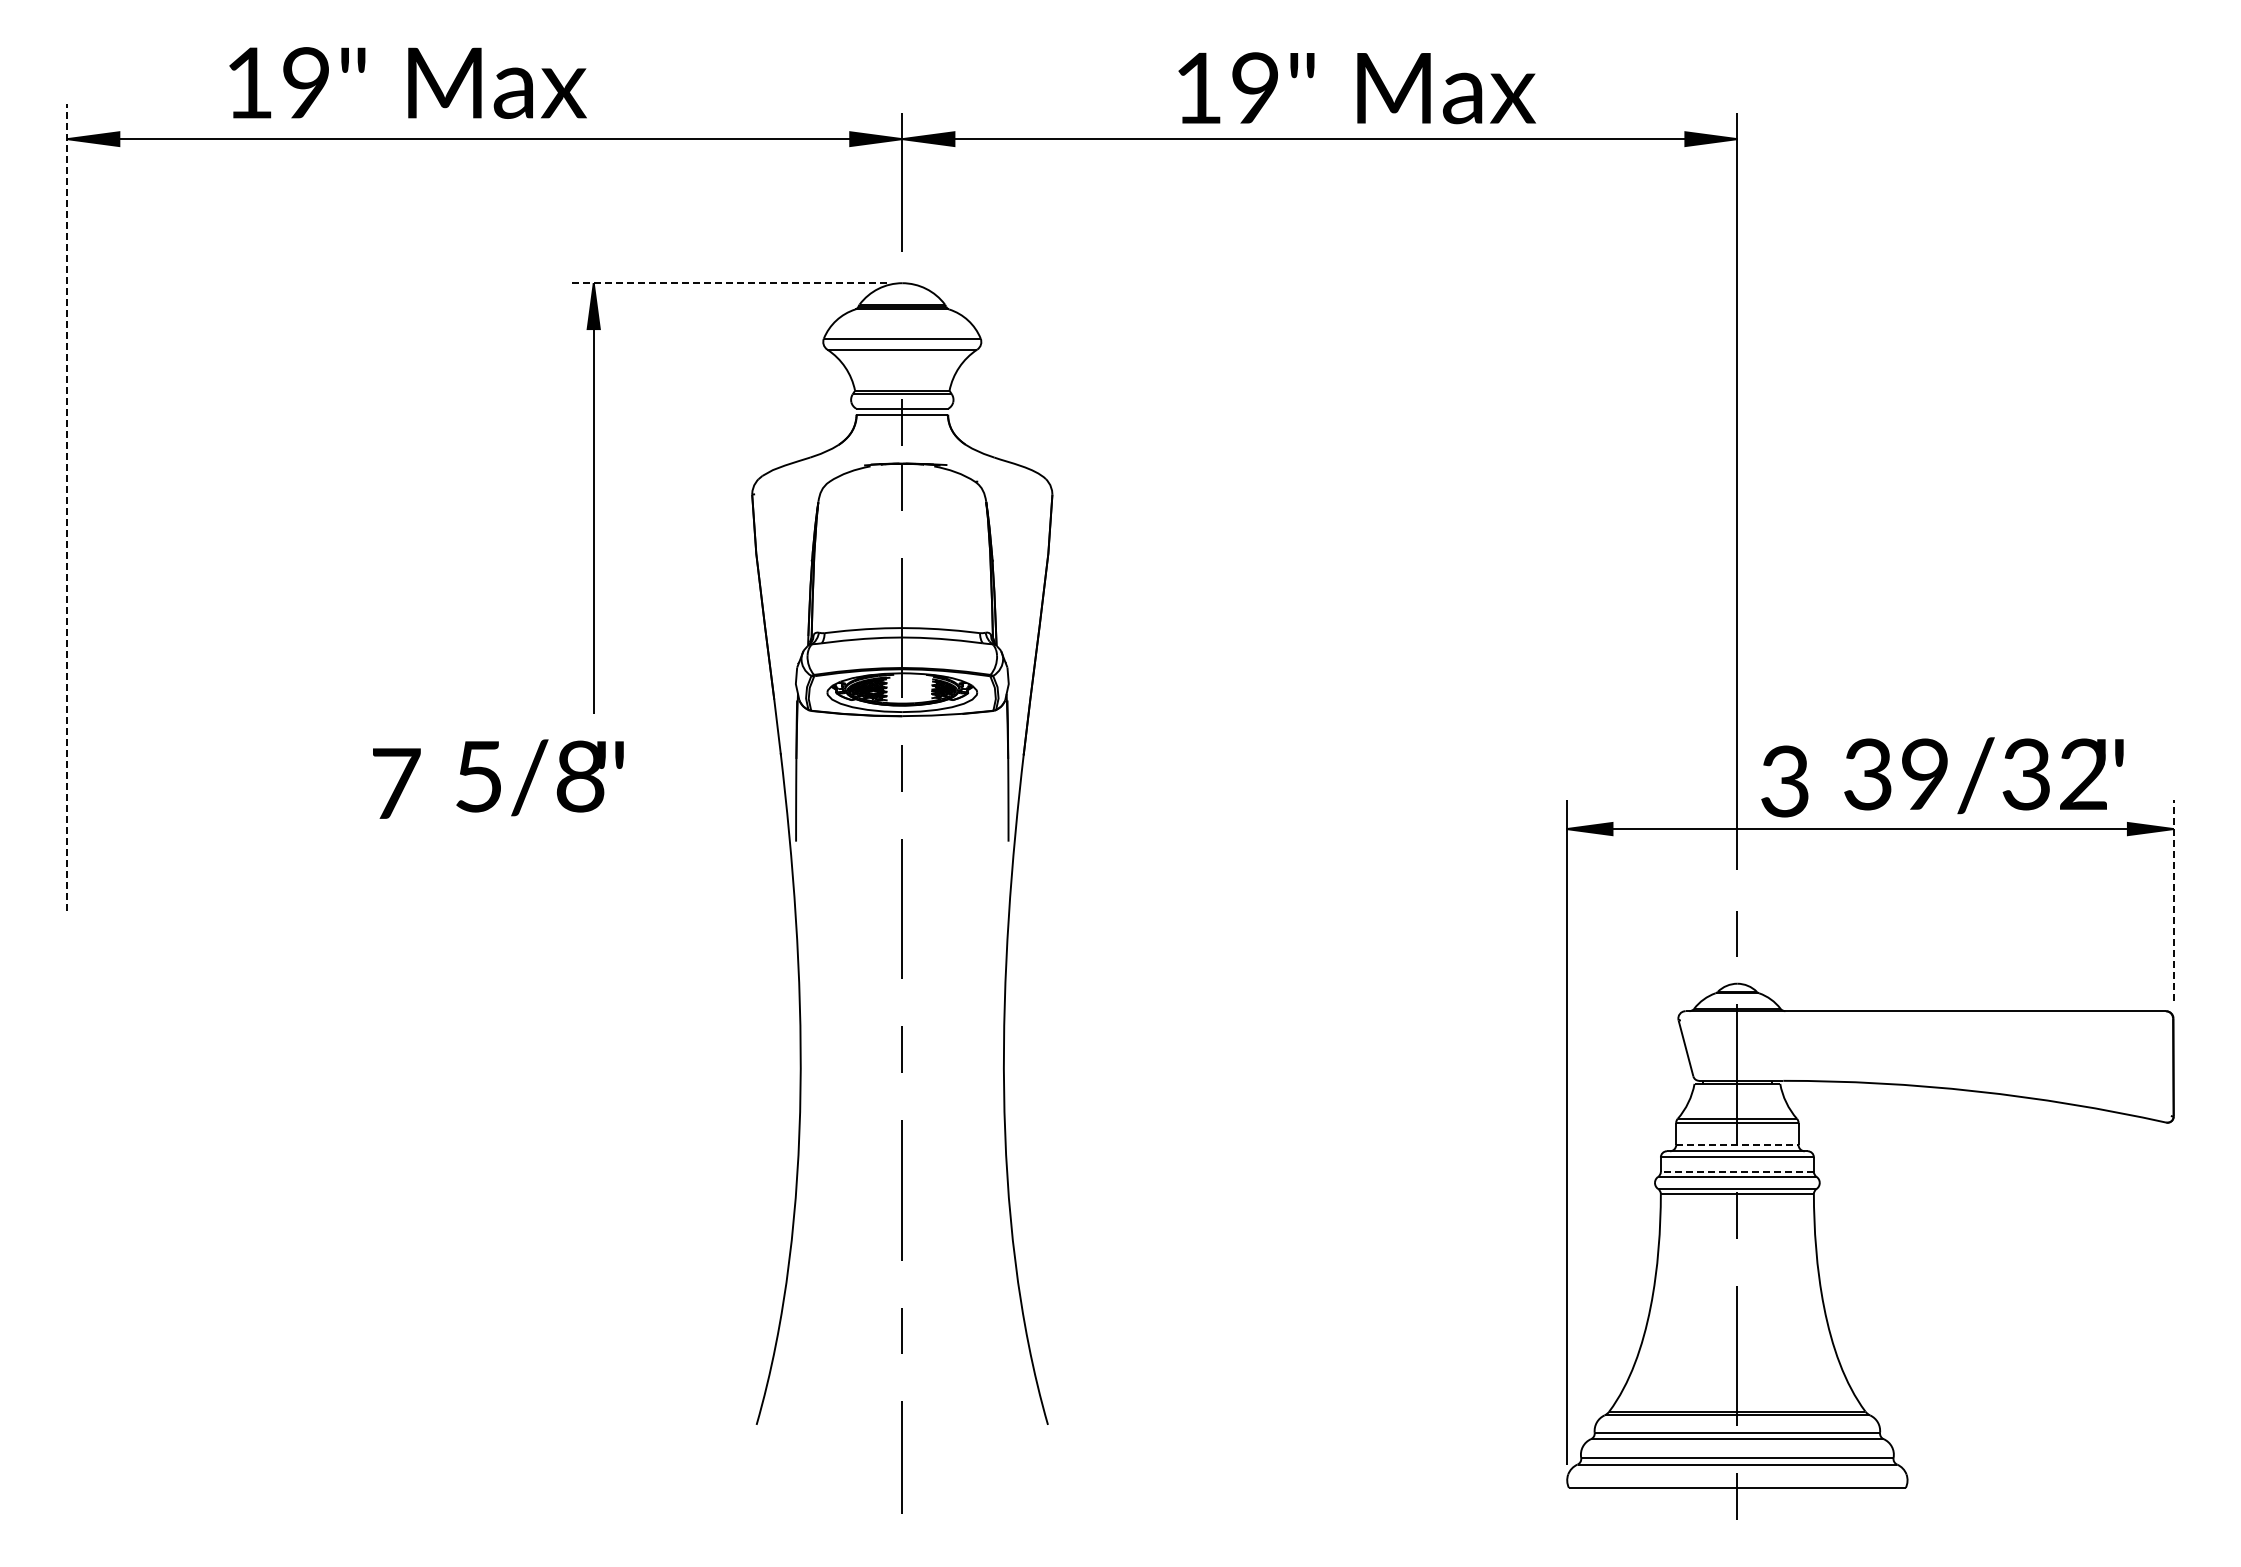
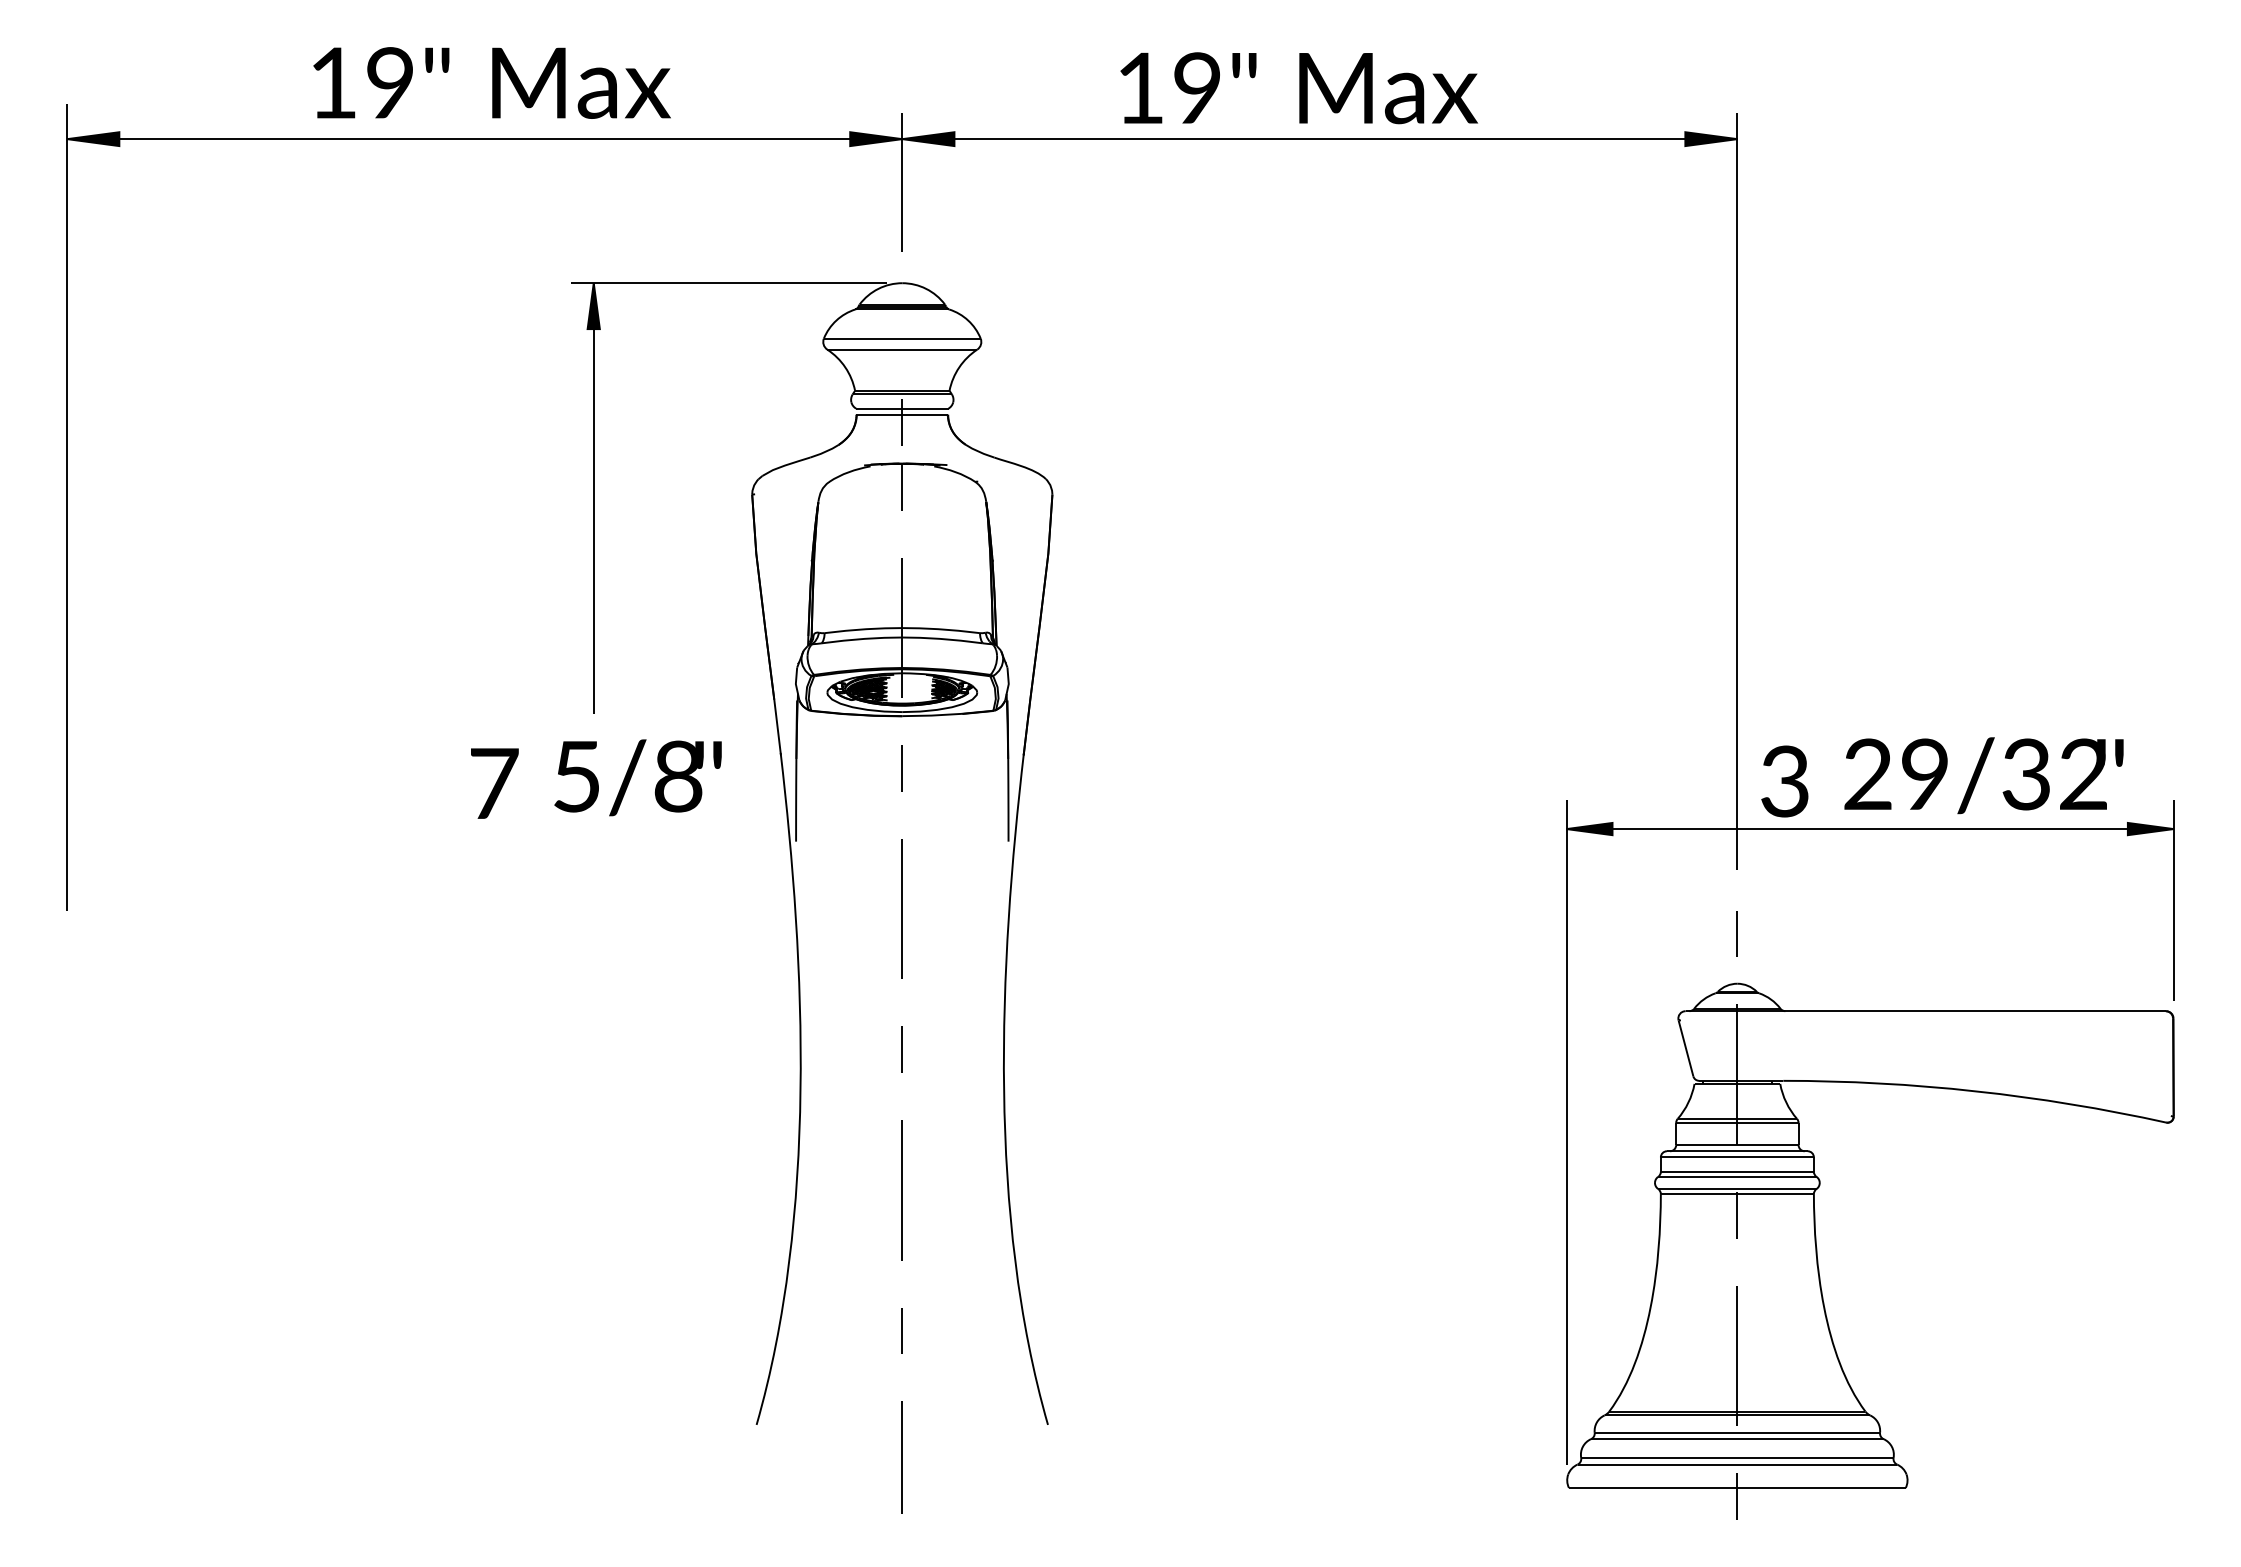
text at (407, 82) position: (407, 82) -> (491, 82)
text at (1356, 88) position: (1356, 88) -> (1298, 88)
line at (728, 283): dashed -> solid
line at (67, 507): dashed -> solid
text at (1867, 774): 39/32 -> 29/32
text at (498, 778) position: (498, 778) -> (596, 778)
line at (2173, 900): dashed -> solid
line at (1737, 1145): dashed -> solid
line at (1737, 1171): dashed -> solid
